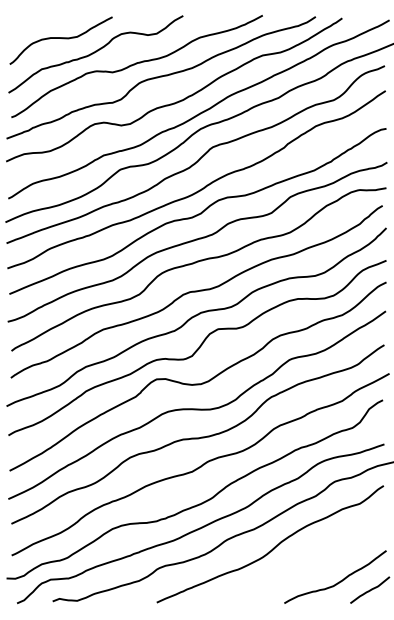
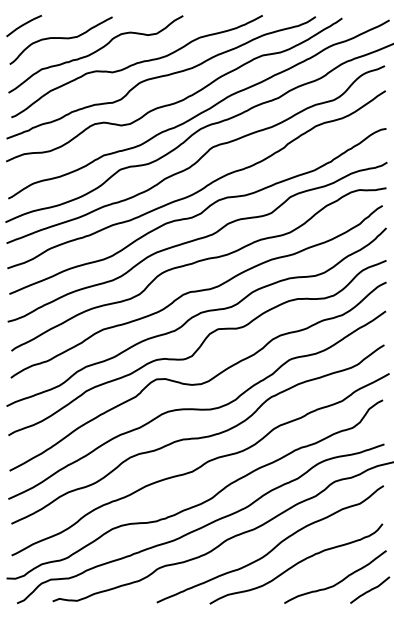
curve at (23, 25): none -> present
curve at (296, 563): none -> present
